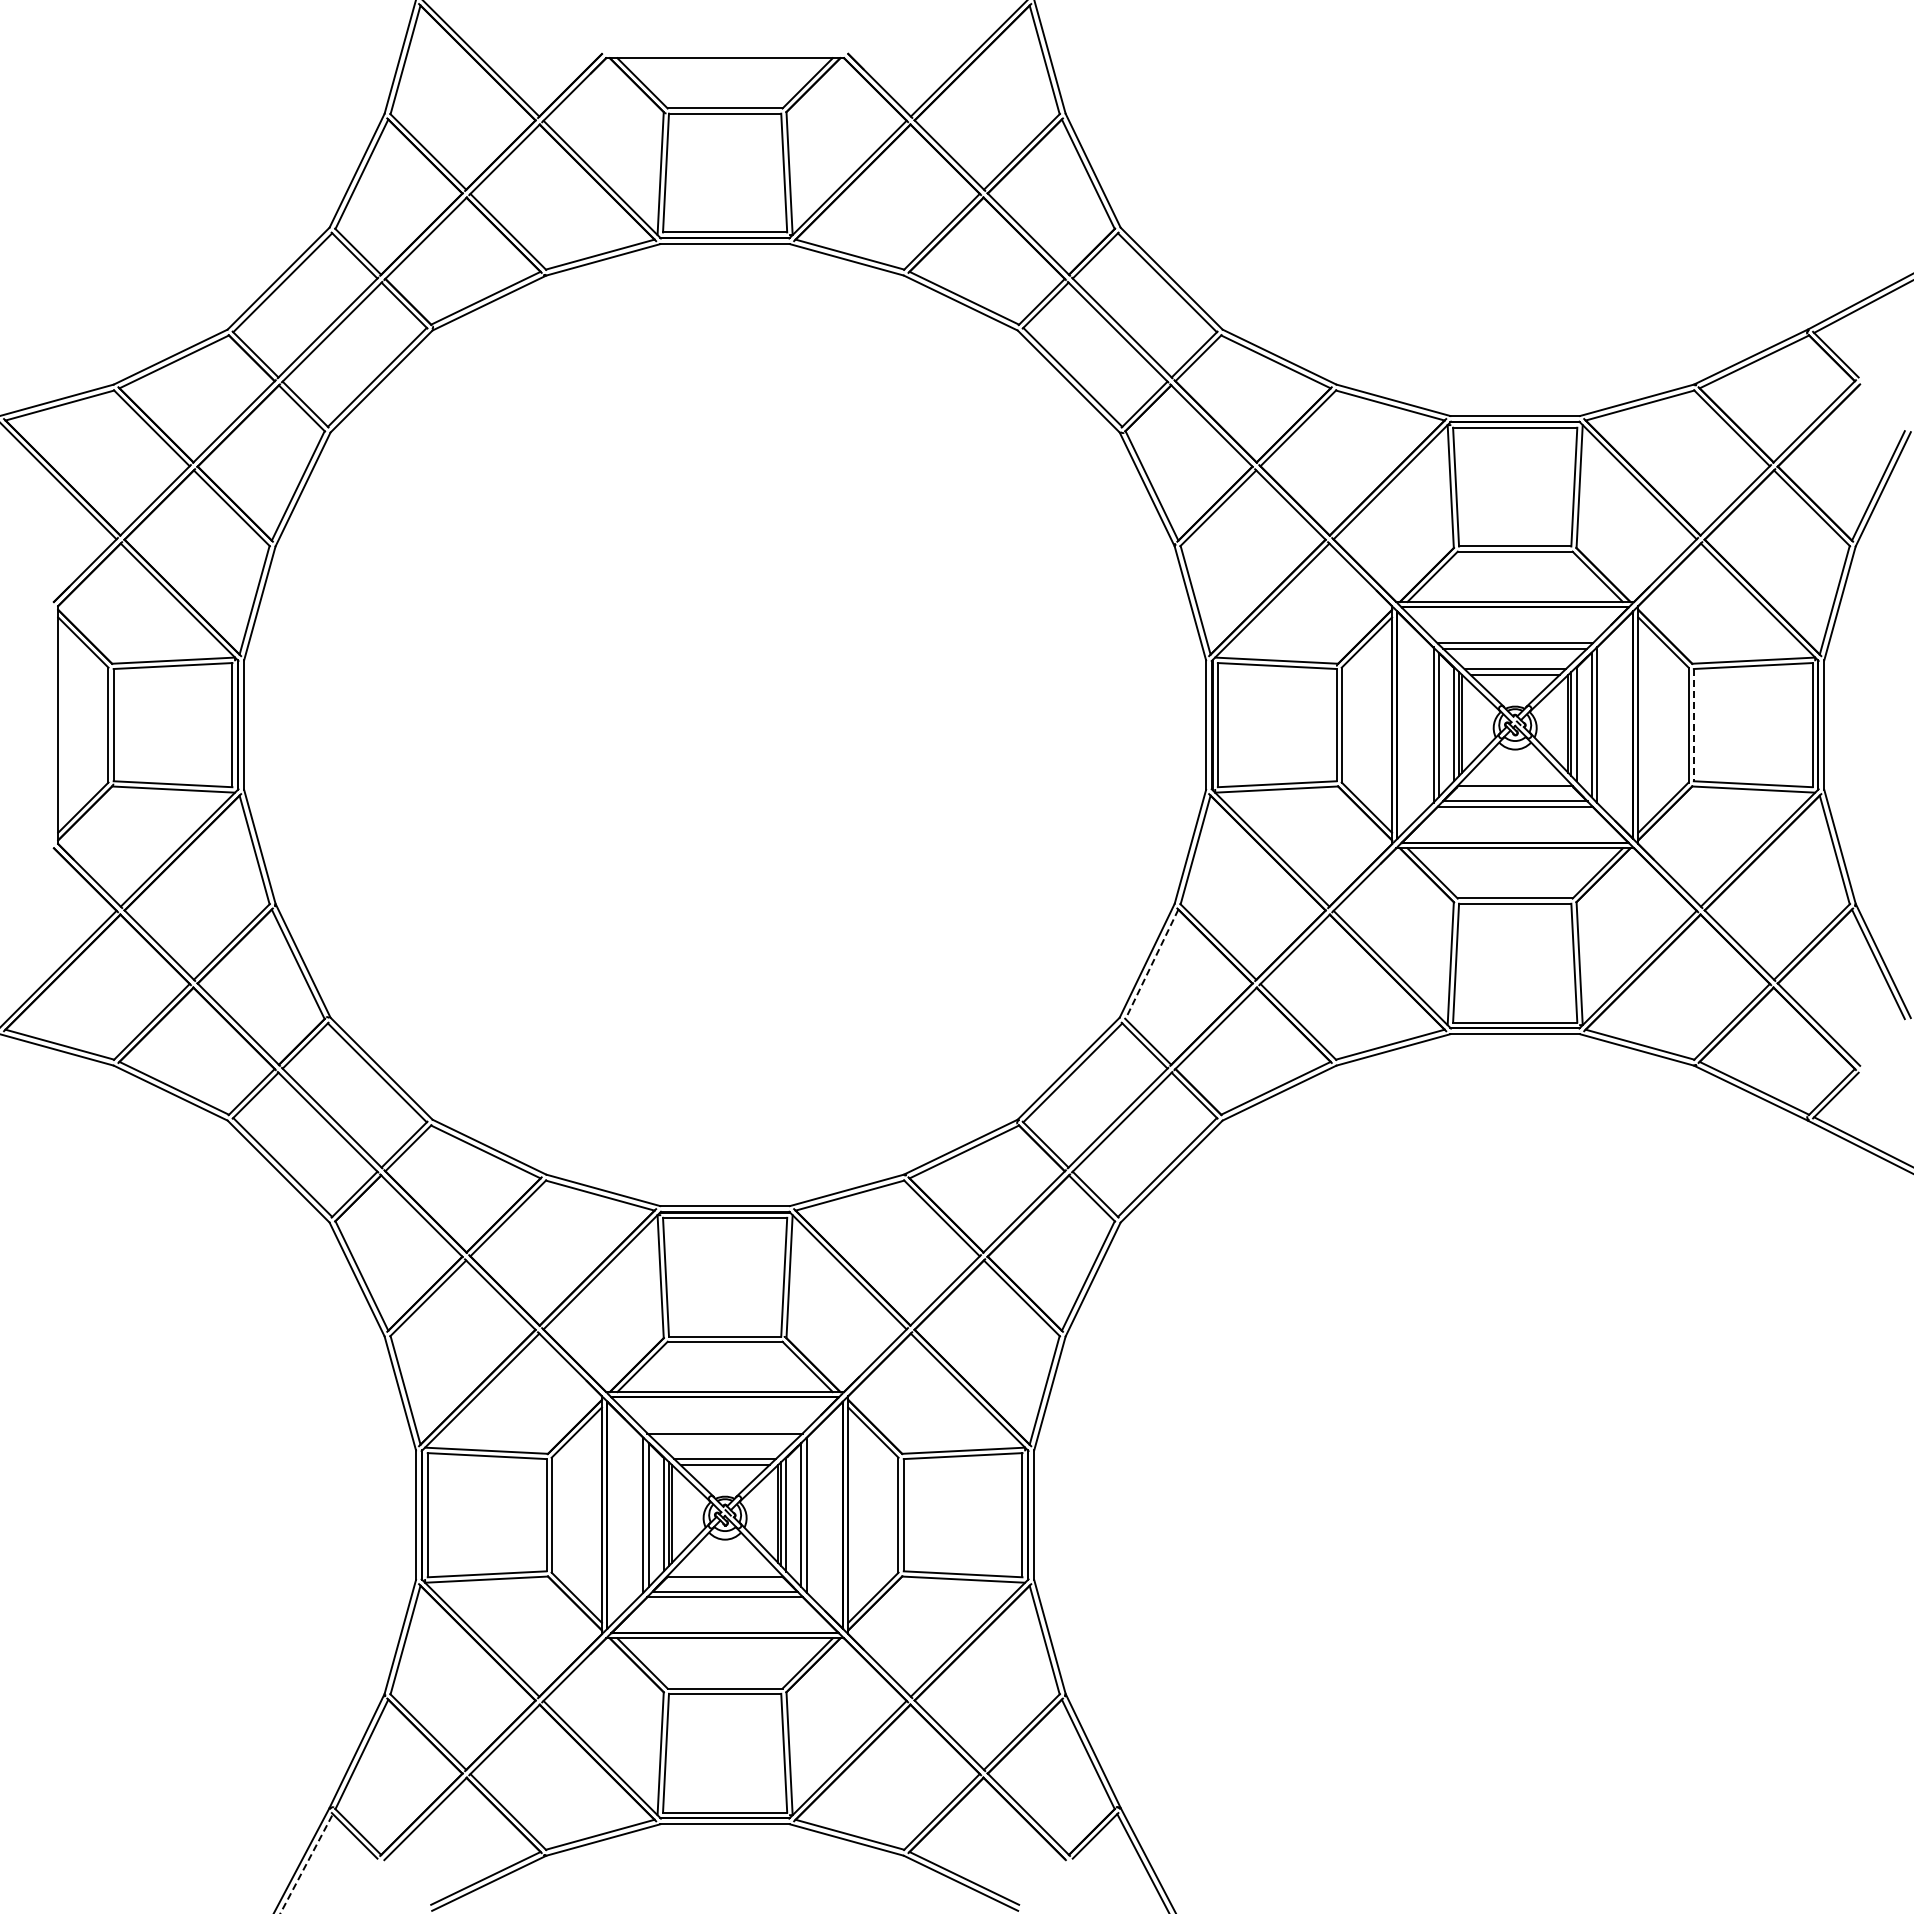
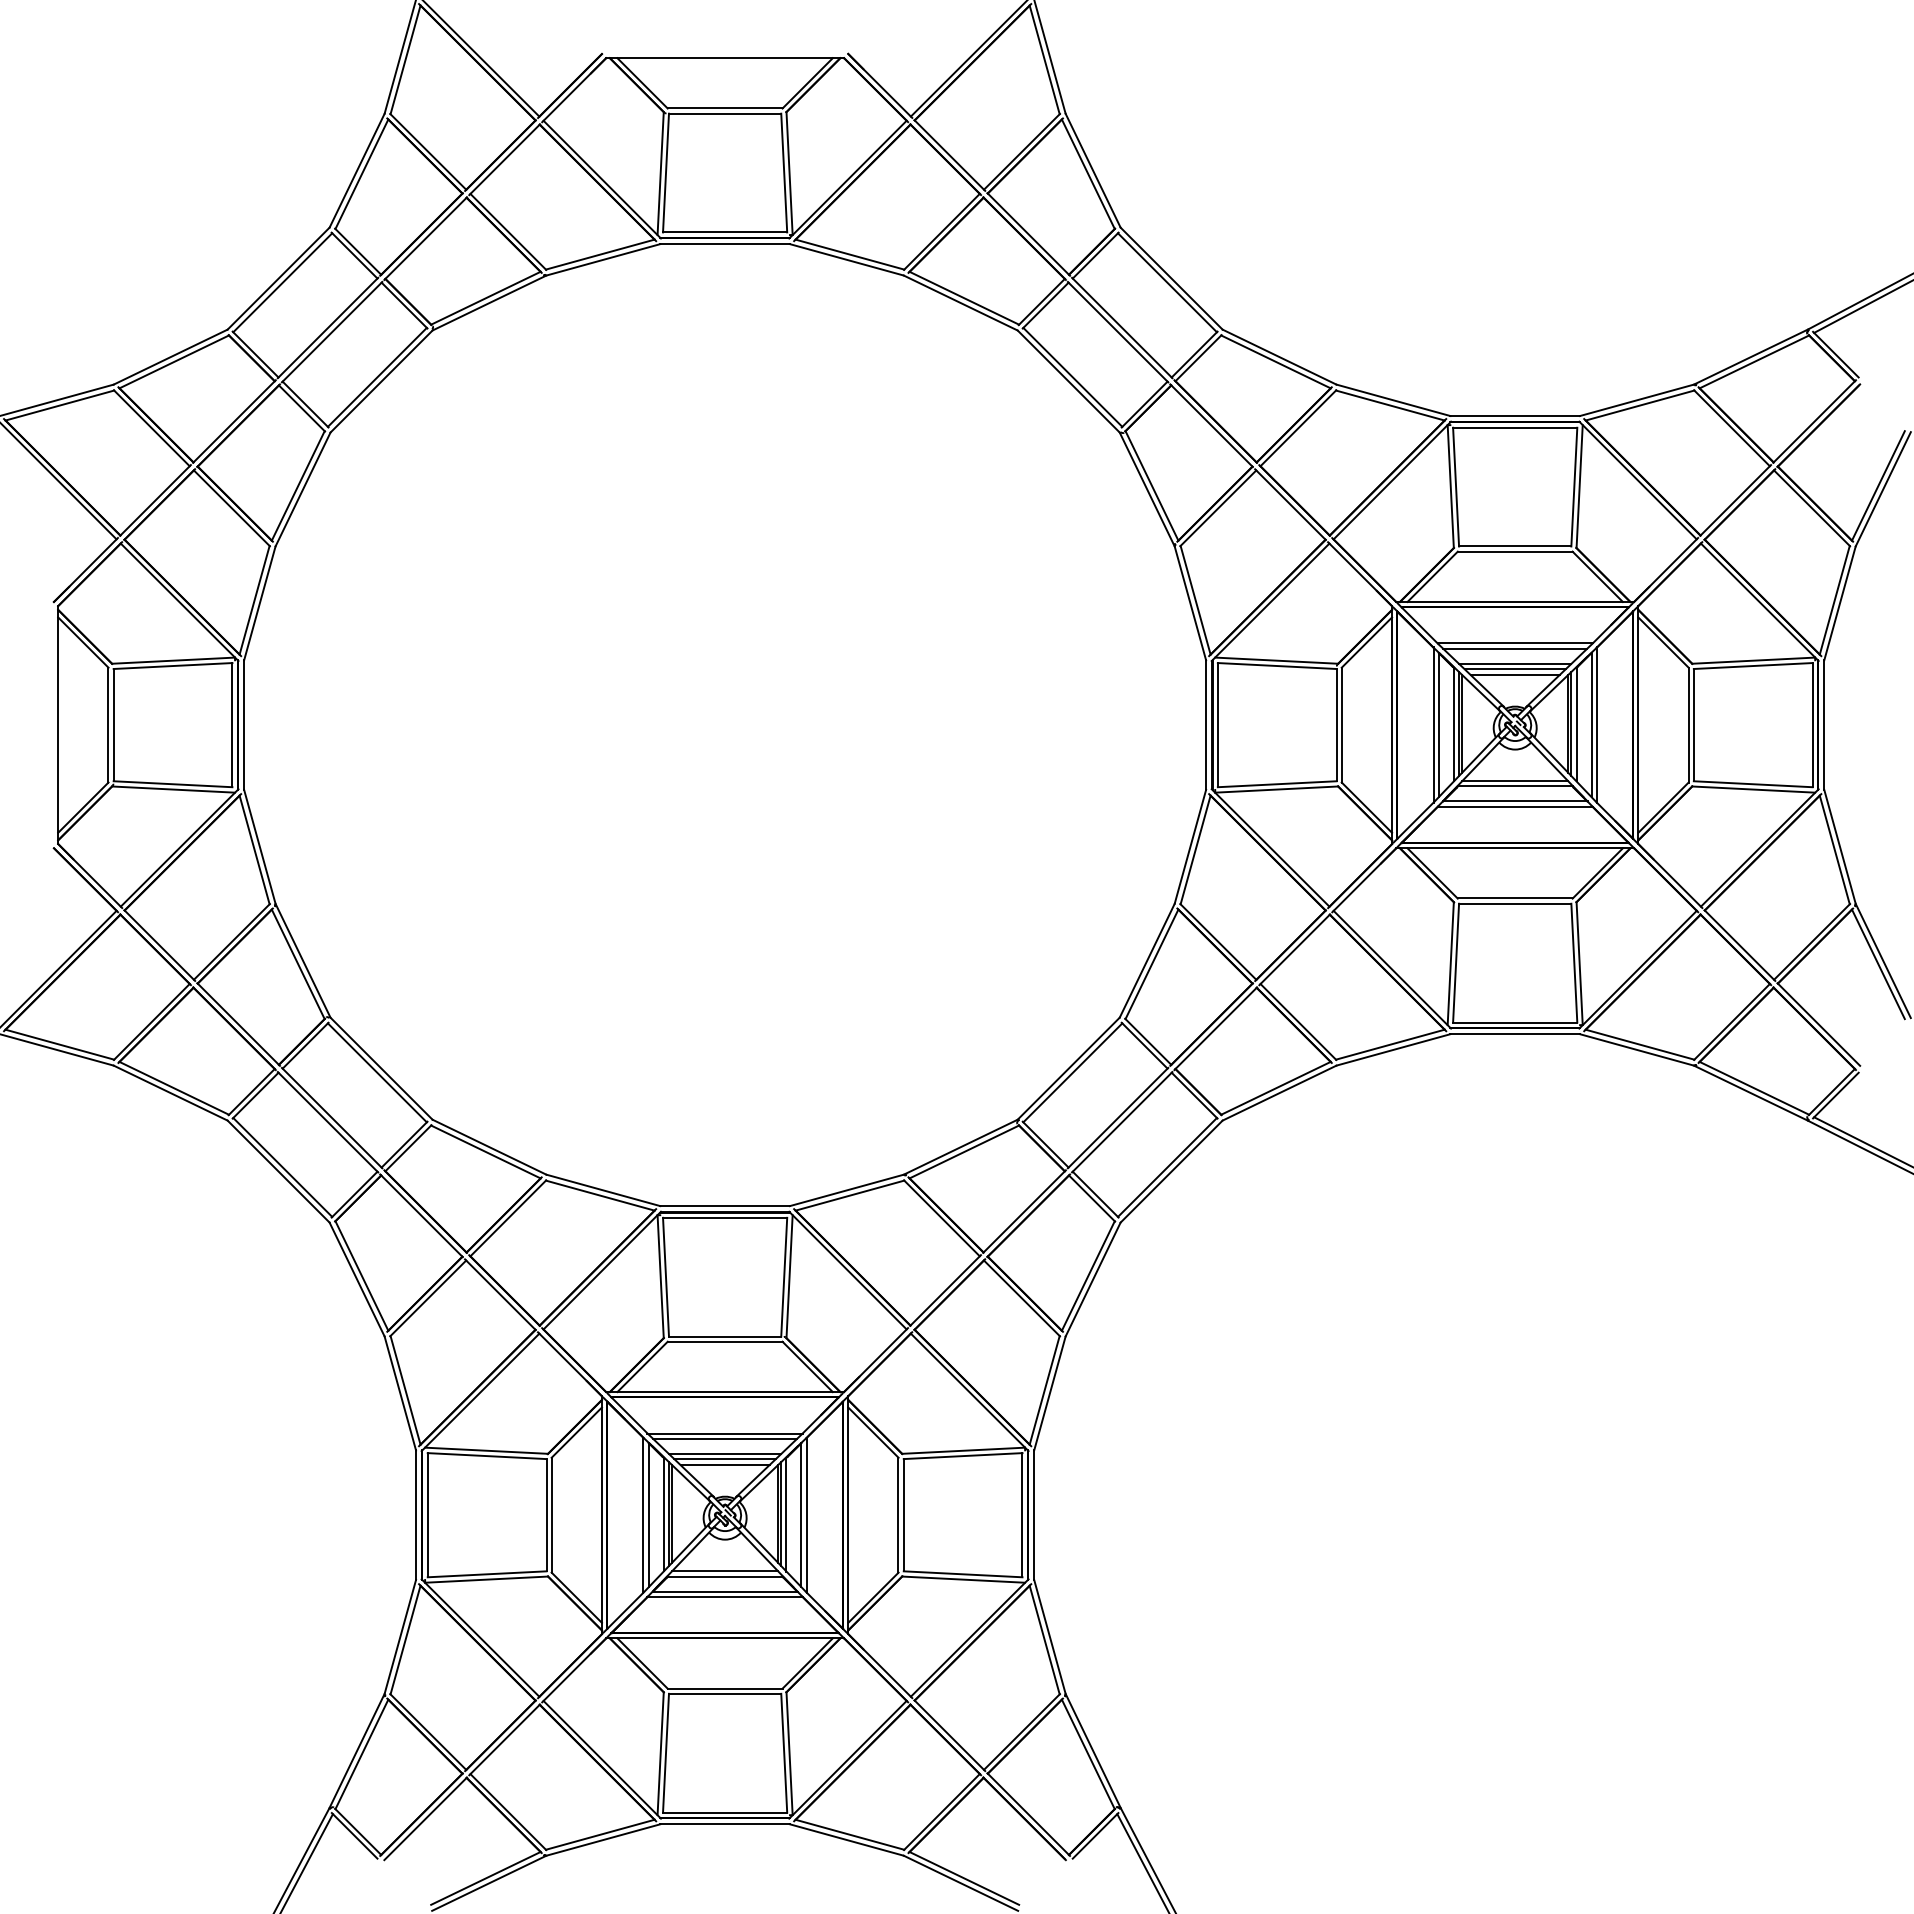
line at (1514, 663): none -> present
line at (1693, 725): dashed -> solid
line at (1515, 781): none -> present
line at (1151, 964): dashed -> solid
line at (725, 1438): none -> present
line at (724, 1453): none -> present
line at (725, 1571): none -> present
line at (306, 1863): dashed -> solid
